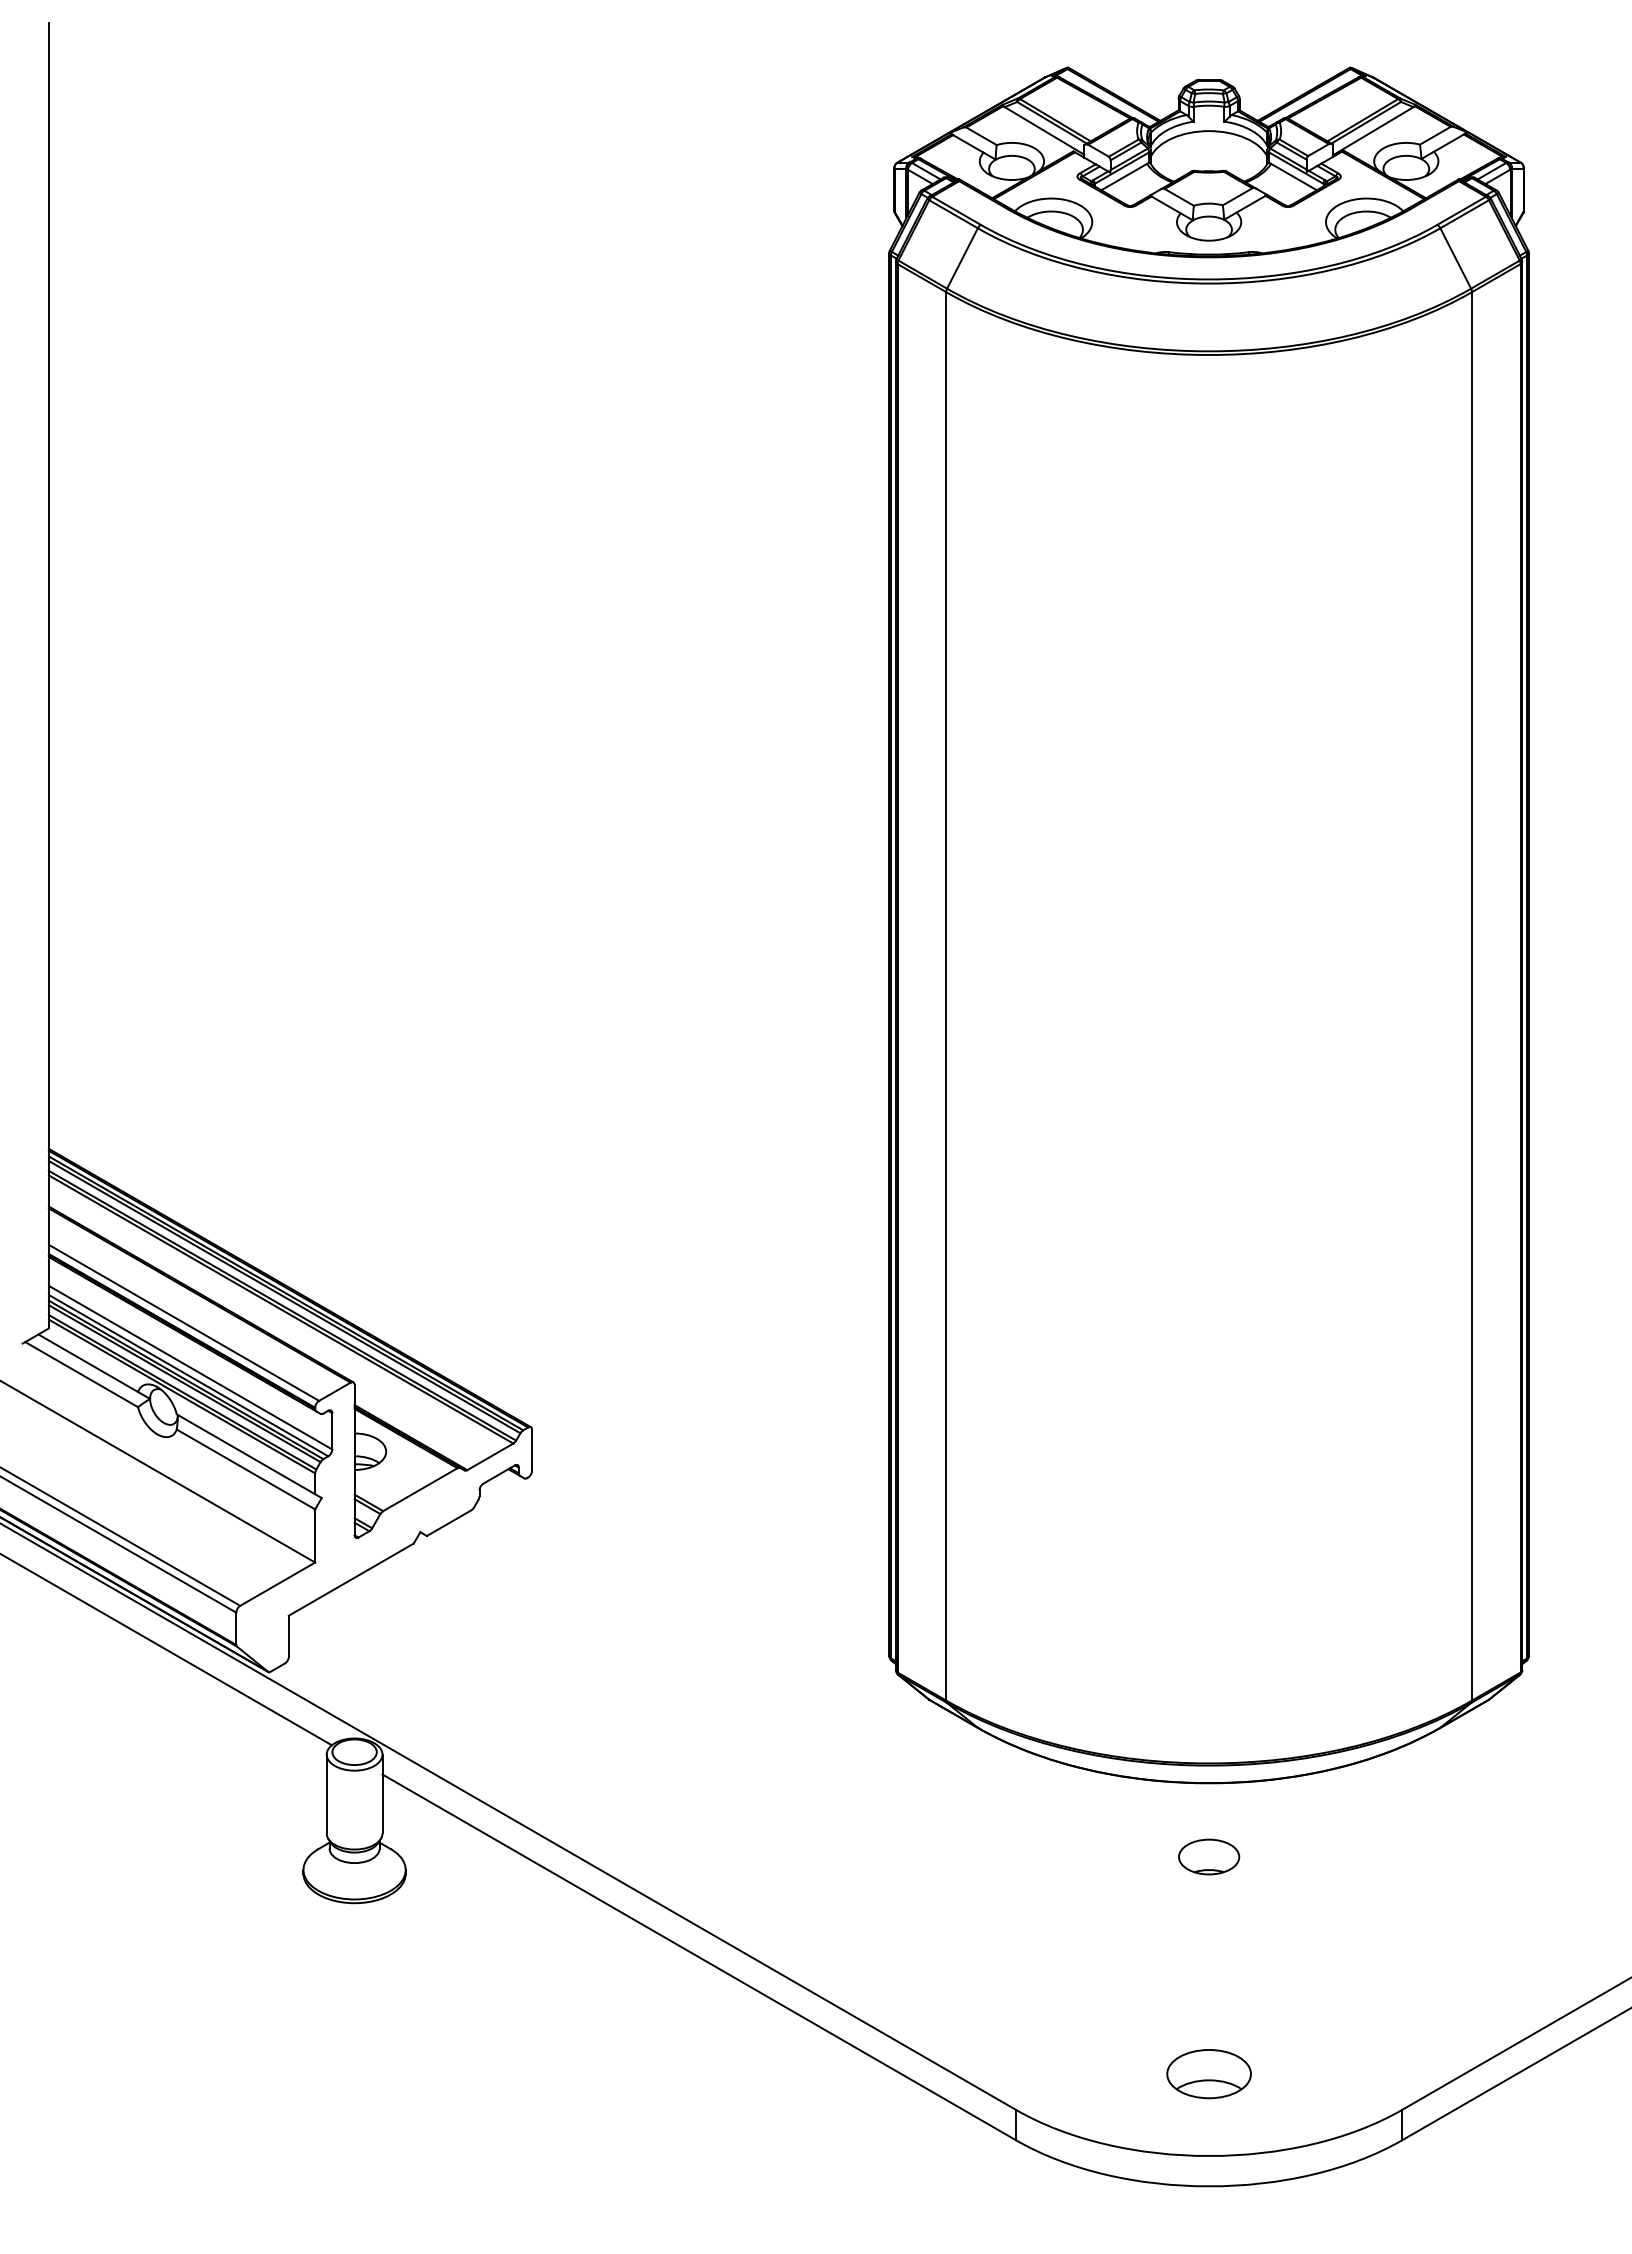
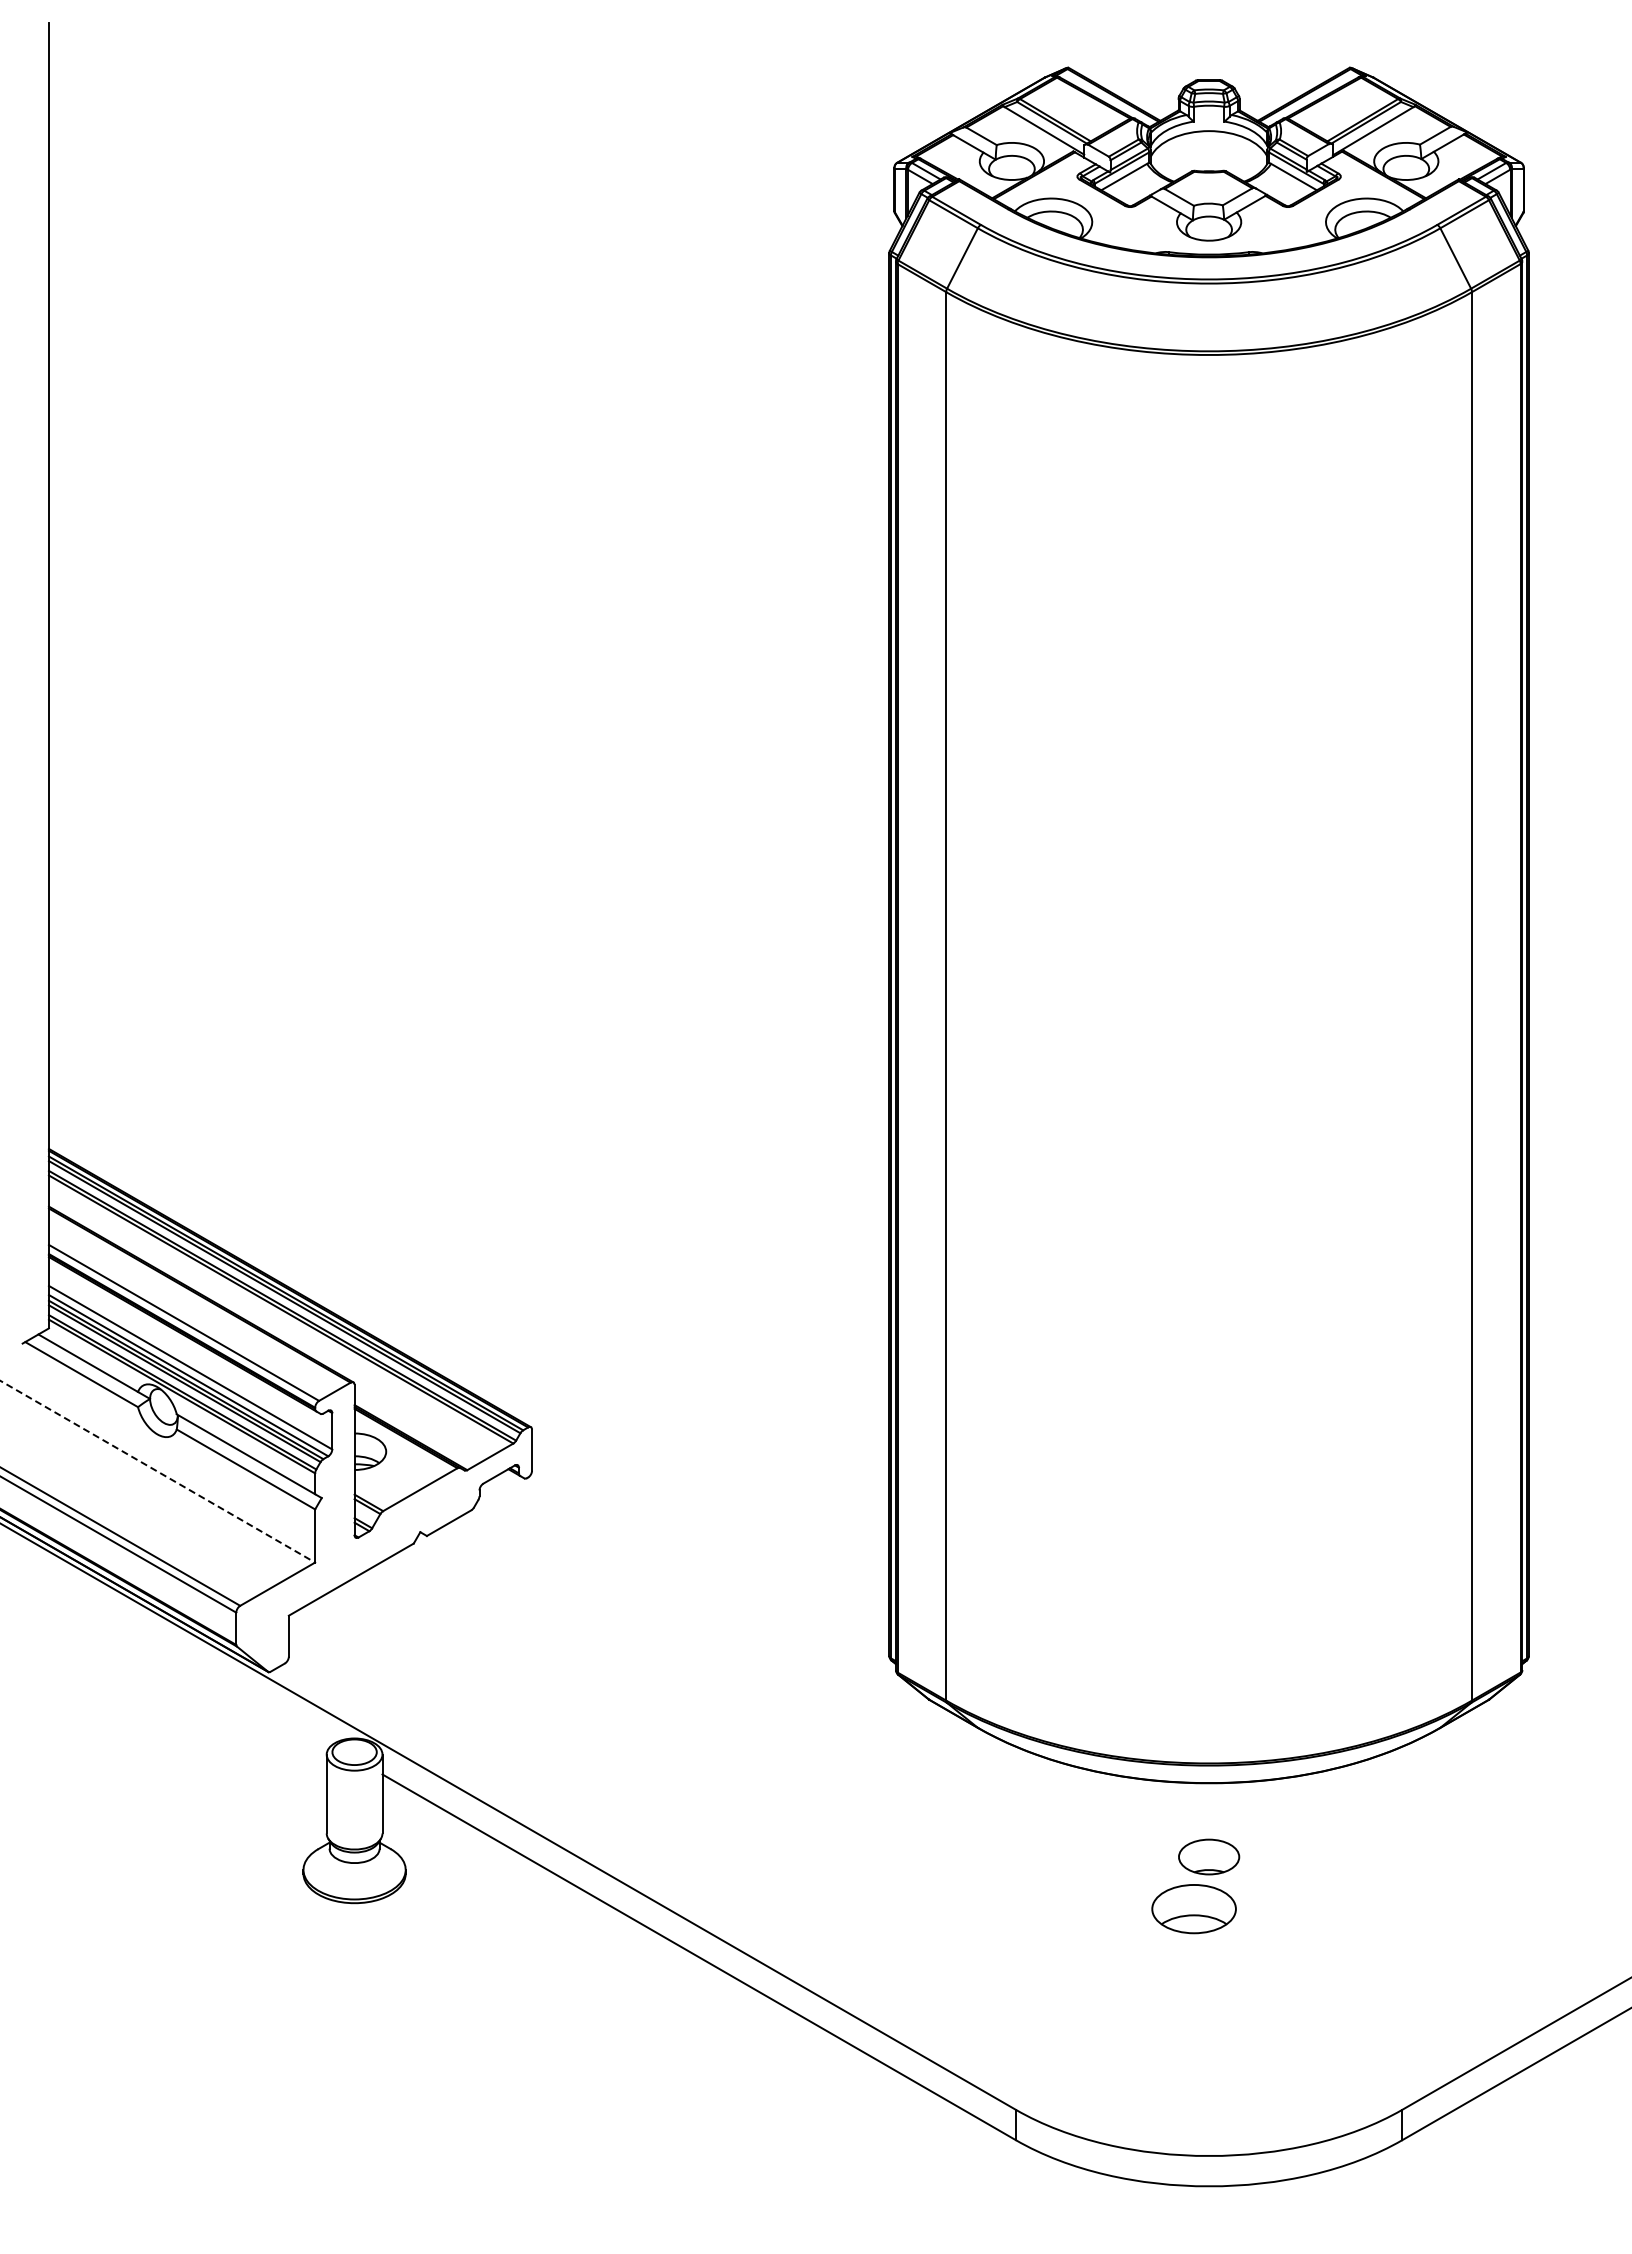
line at (158, 1472): solid -> dashed
line at (166, 1650): present -> none
part at (1208, 2074) position: (1208, 2074) -> (1193, 1909)
